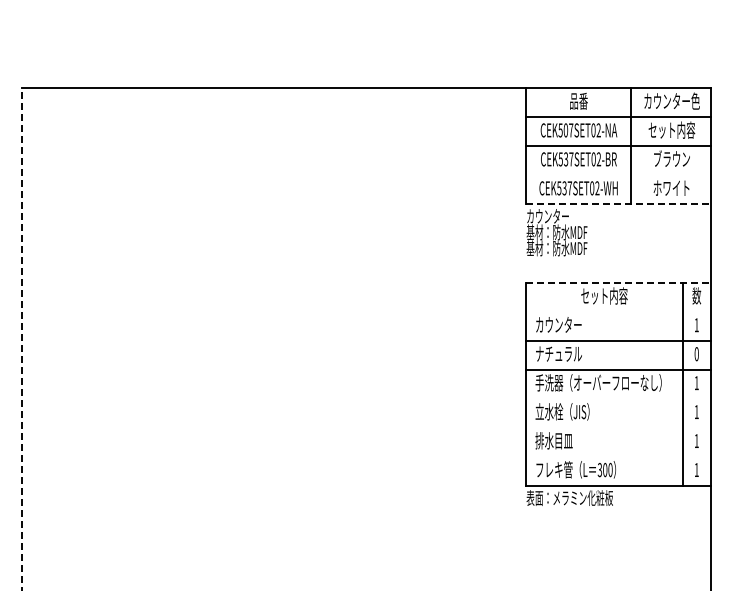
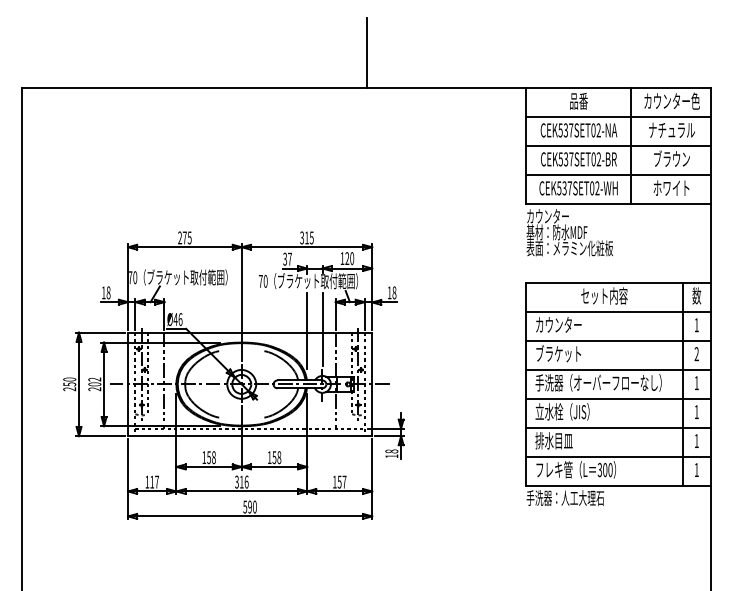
line at (366, 52): none -> present
text at (671, 129): セット内容 -> ナチュラル
text at (565, 130): CEK507SET02-NA -> CEK537SET02-NA
line at (618, 175): none -> present
line at (619, 204): dashed -> solid
text at (569, 248): 基材：防水MDF -> 表面：メラミン化粧板
line at (619, 283): dashed -> solid
line at (618, 312): none -> present
line at (21, 339): dashed -> solid
text at (558, 353): ナチュラル -> ブラケット
text at (696, 354): 0 -> 2
part at (233, 375): none -> present
line at (618, 399): none -> present
line at (618, 428): none -> present
line at (618, 456): none -> present
text at (569, 497): 表面：メラミン化粧板 -> 手洗器：人工大理石
